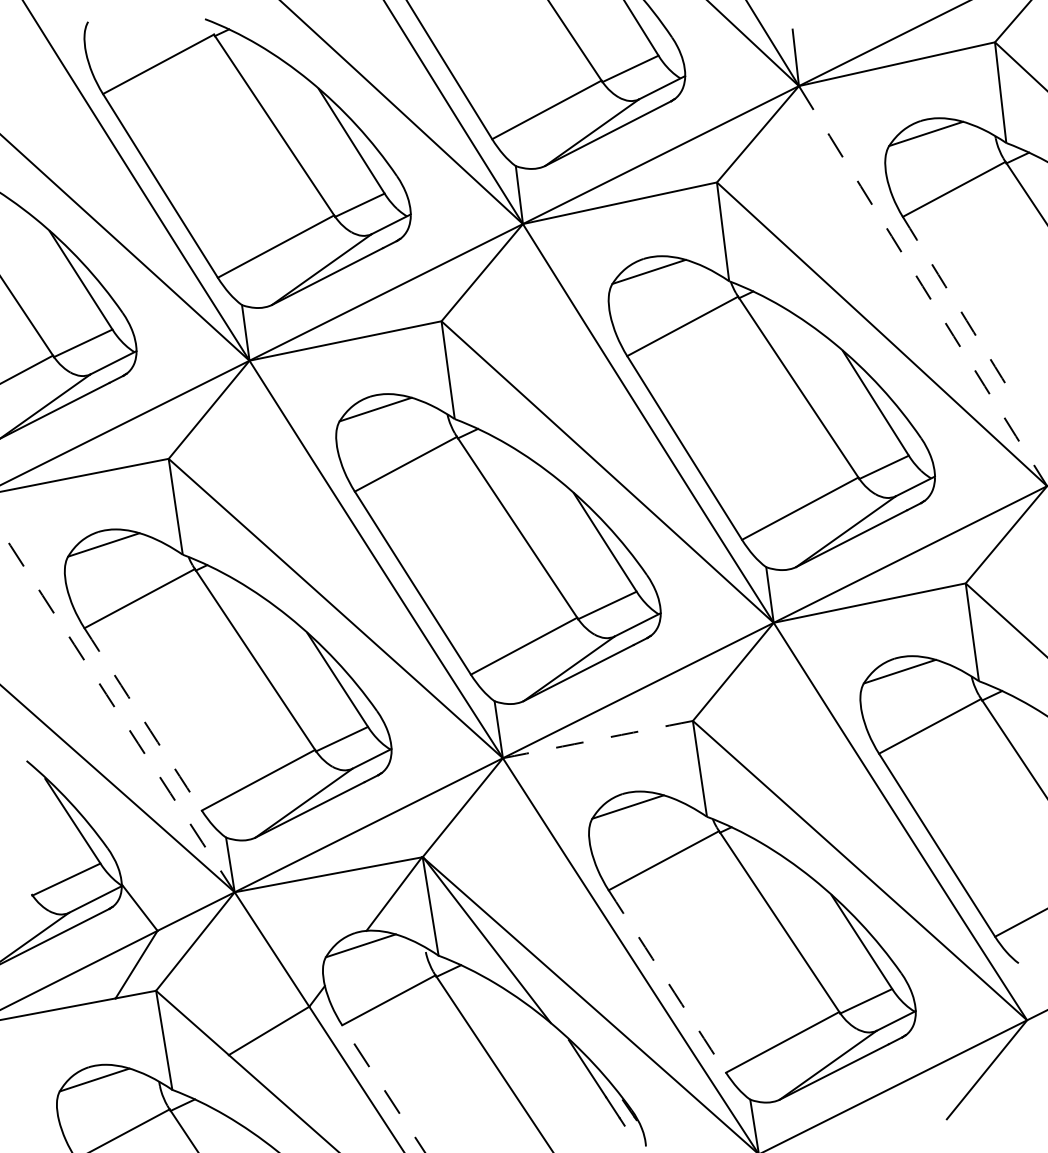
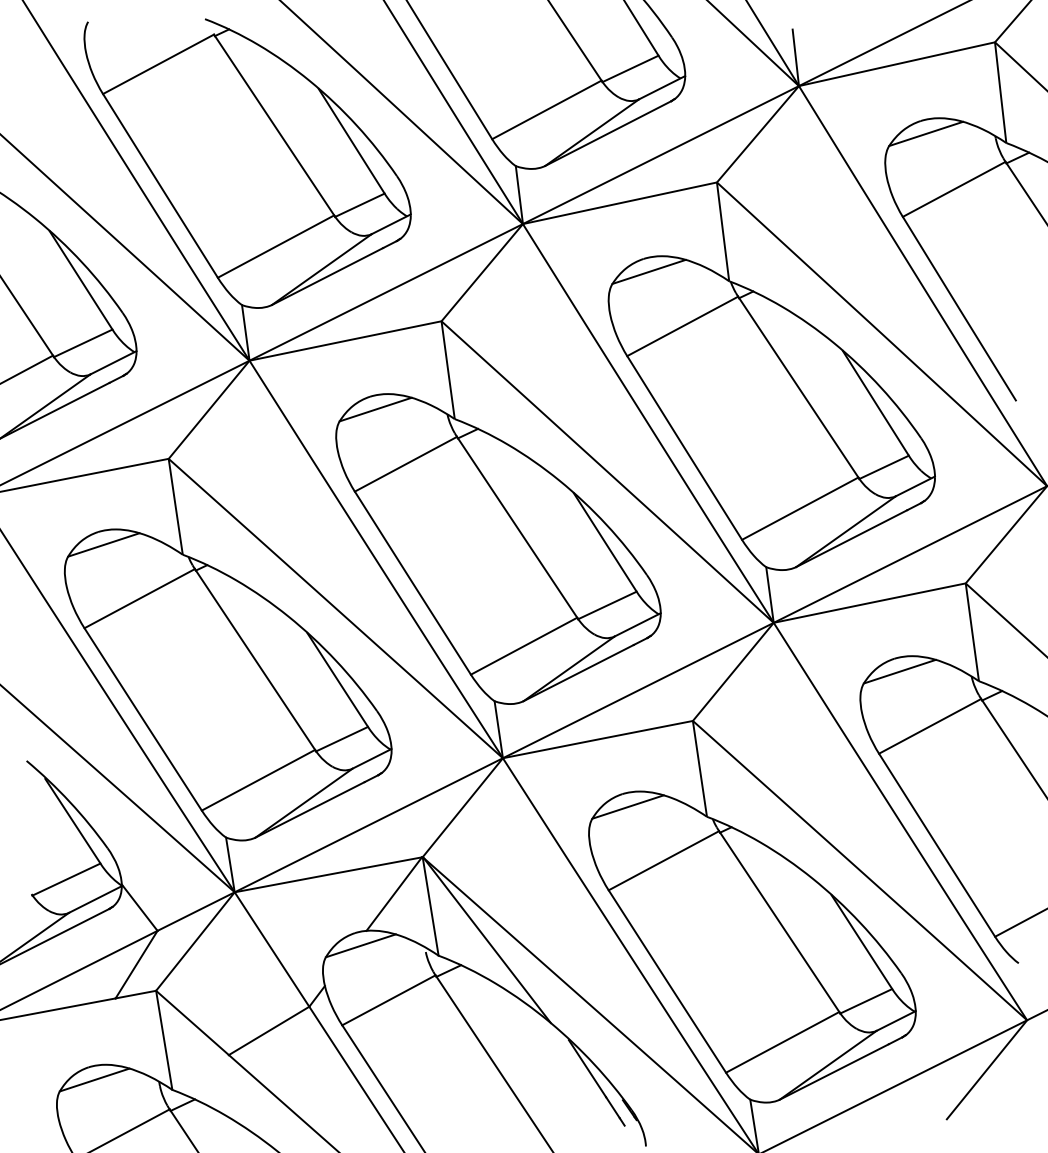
arc at (922, 286): dashed -> solid
arc at (959, 309): dashed -> solid
arc at (117, 711): dashed -> solid
arc at (143, 719): dashed -> solid
arc at (597, 739): dashed -> solid
arc at (667, 981): dashed -> solid
line at (383, 1088): dashed -> solid
